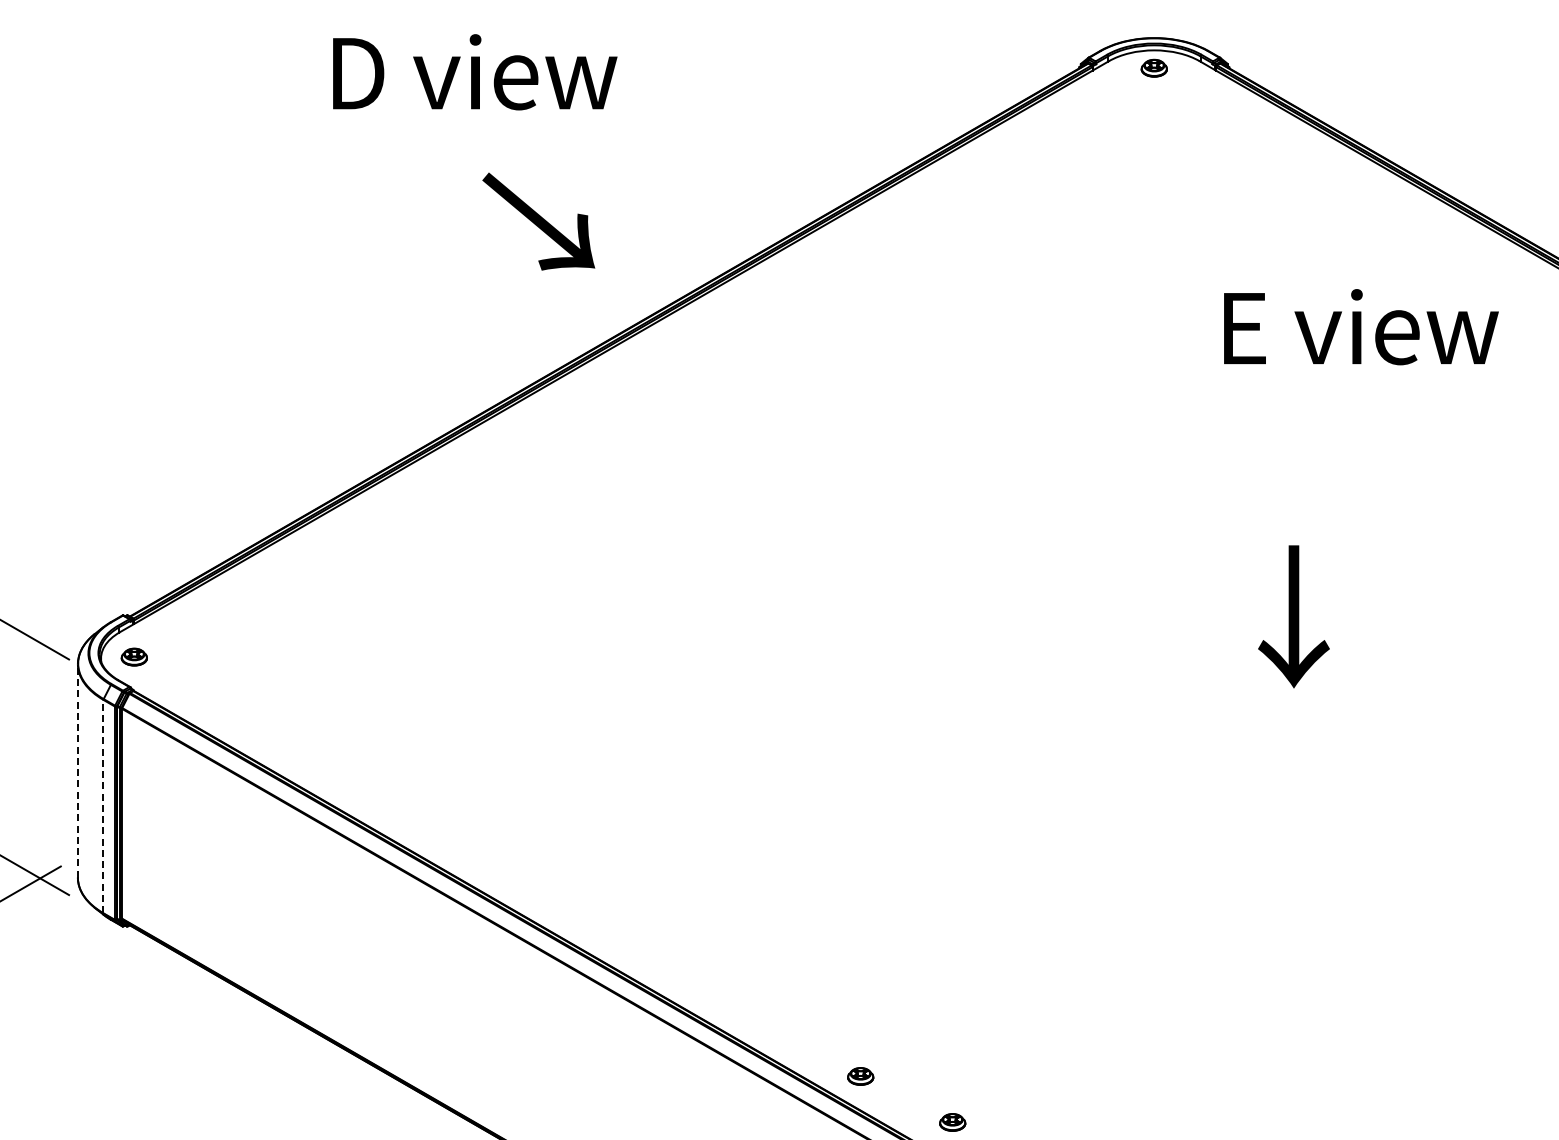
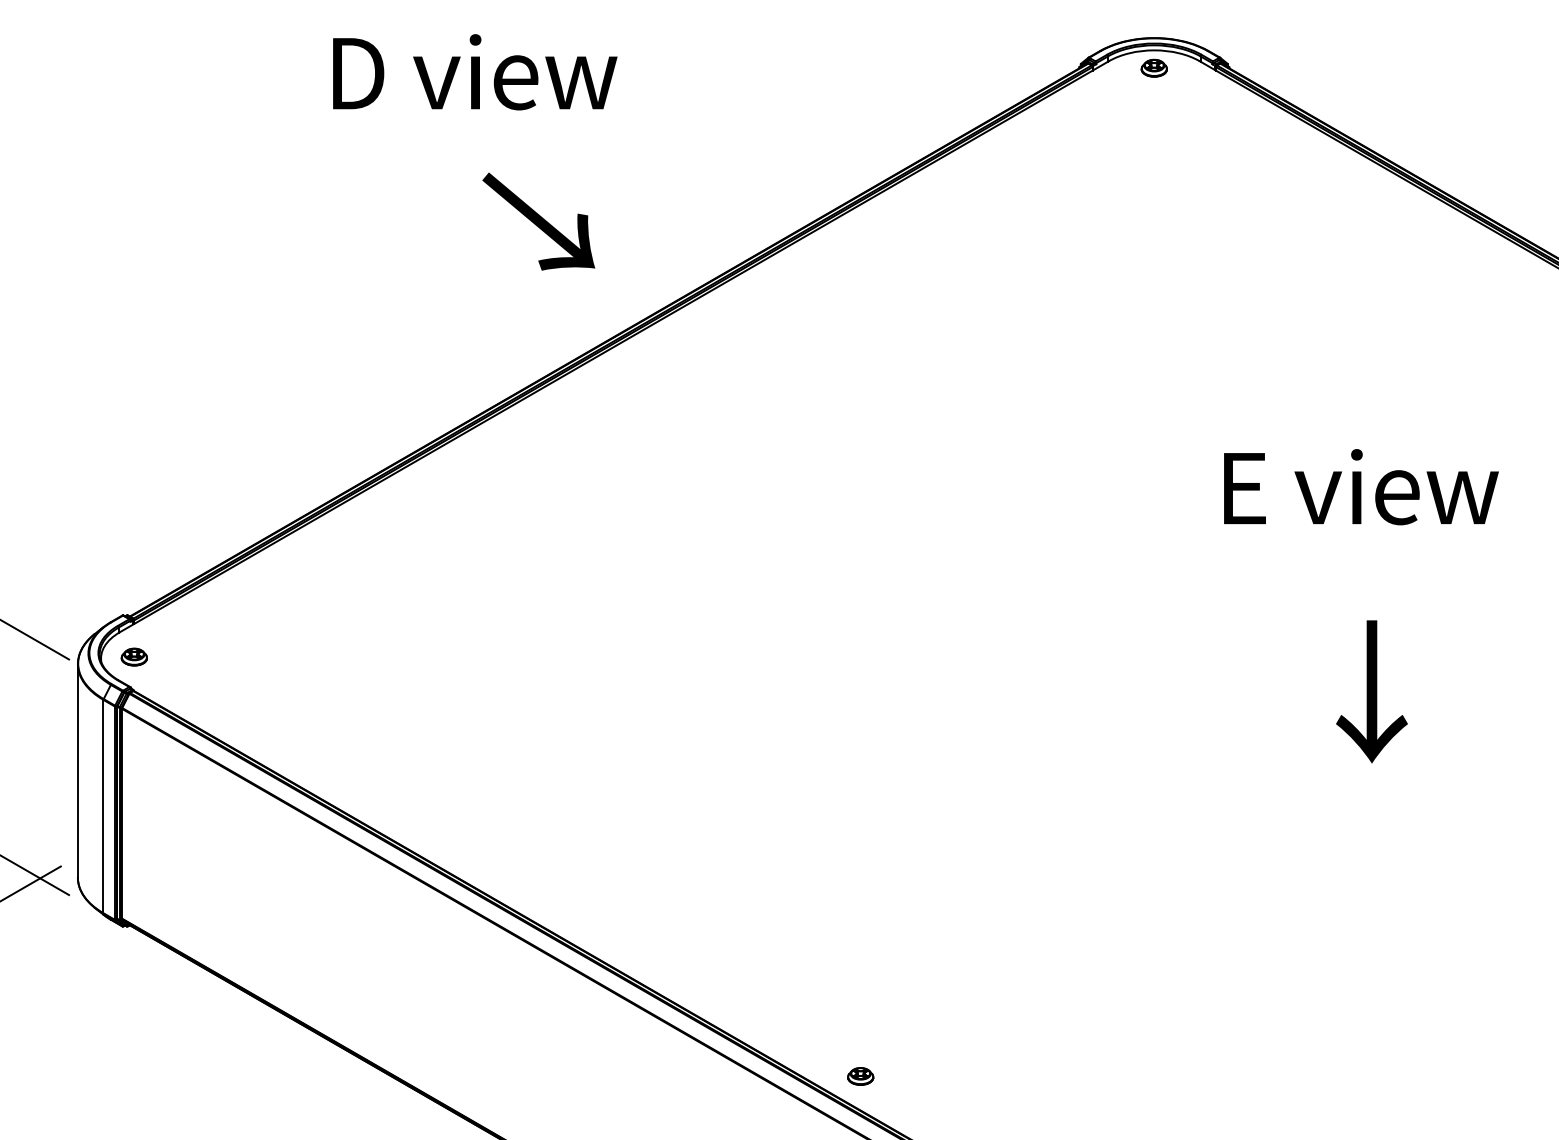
text at (1361, 327) position: (1361, 327) -> (1361, 487)
text at (1293, 616) position: (1293, 616) -> (1371, 691)
line at (77, 770): dashed -> solid
line at (103, 806): dashed -> solid
part at (952, 1122): present -> none
